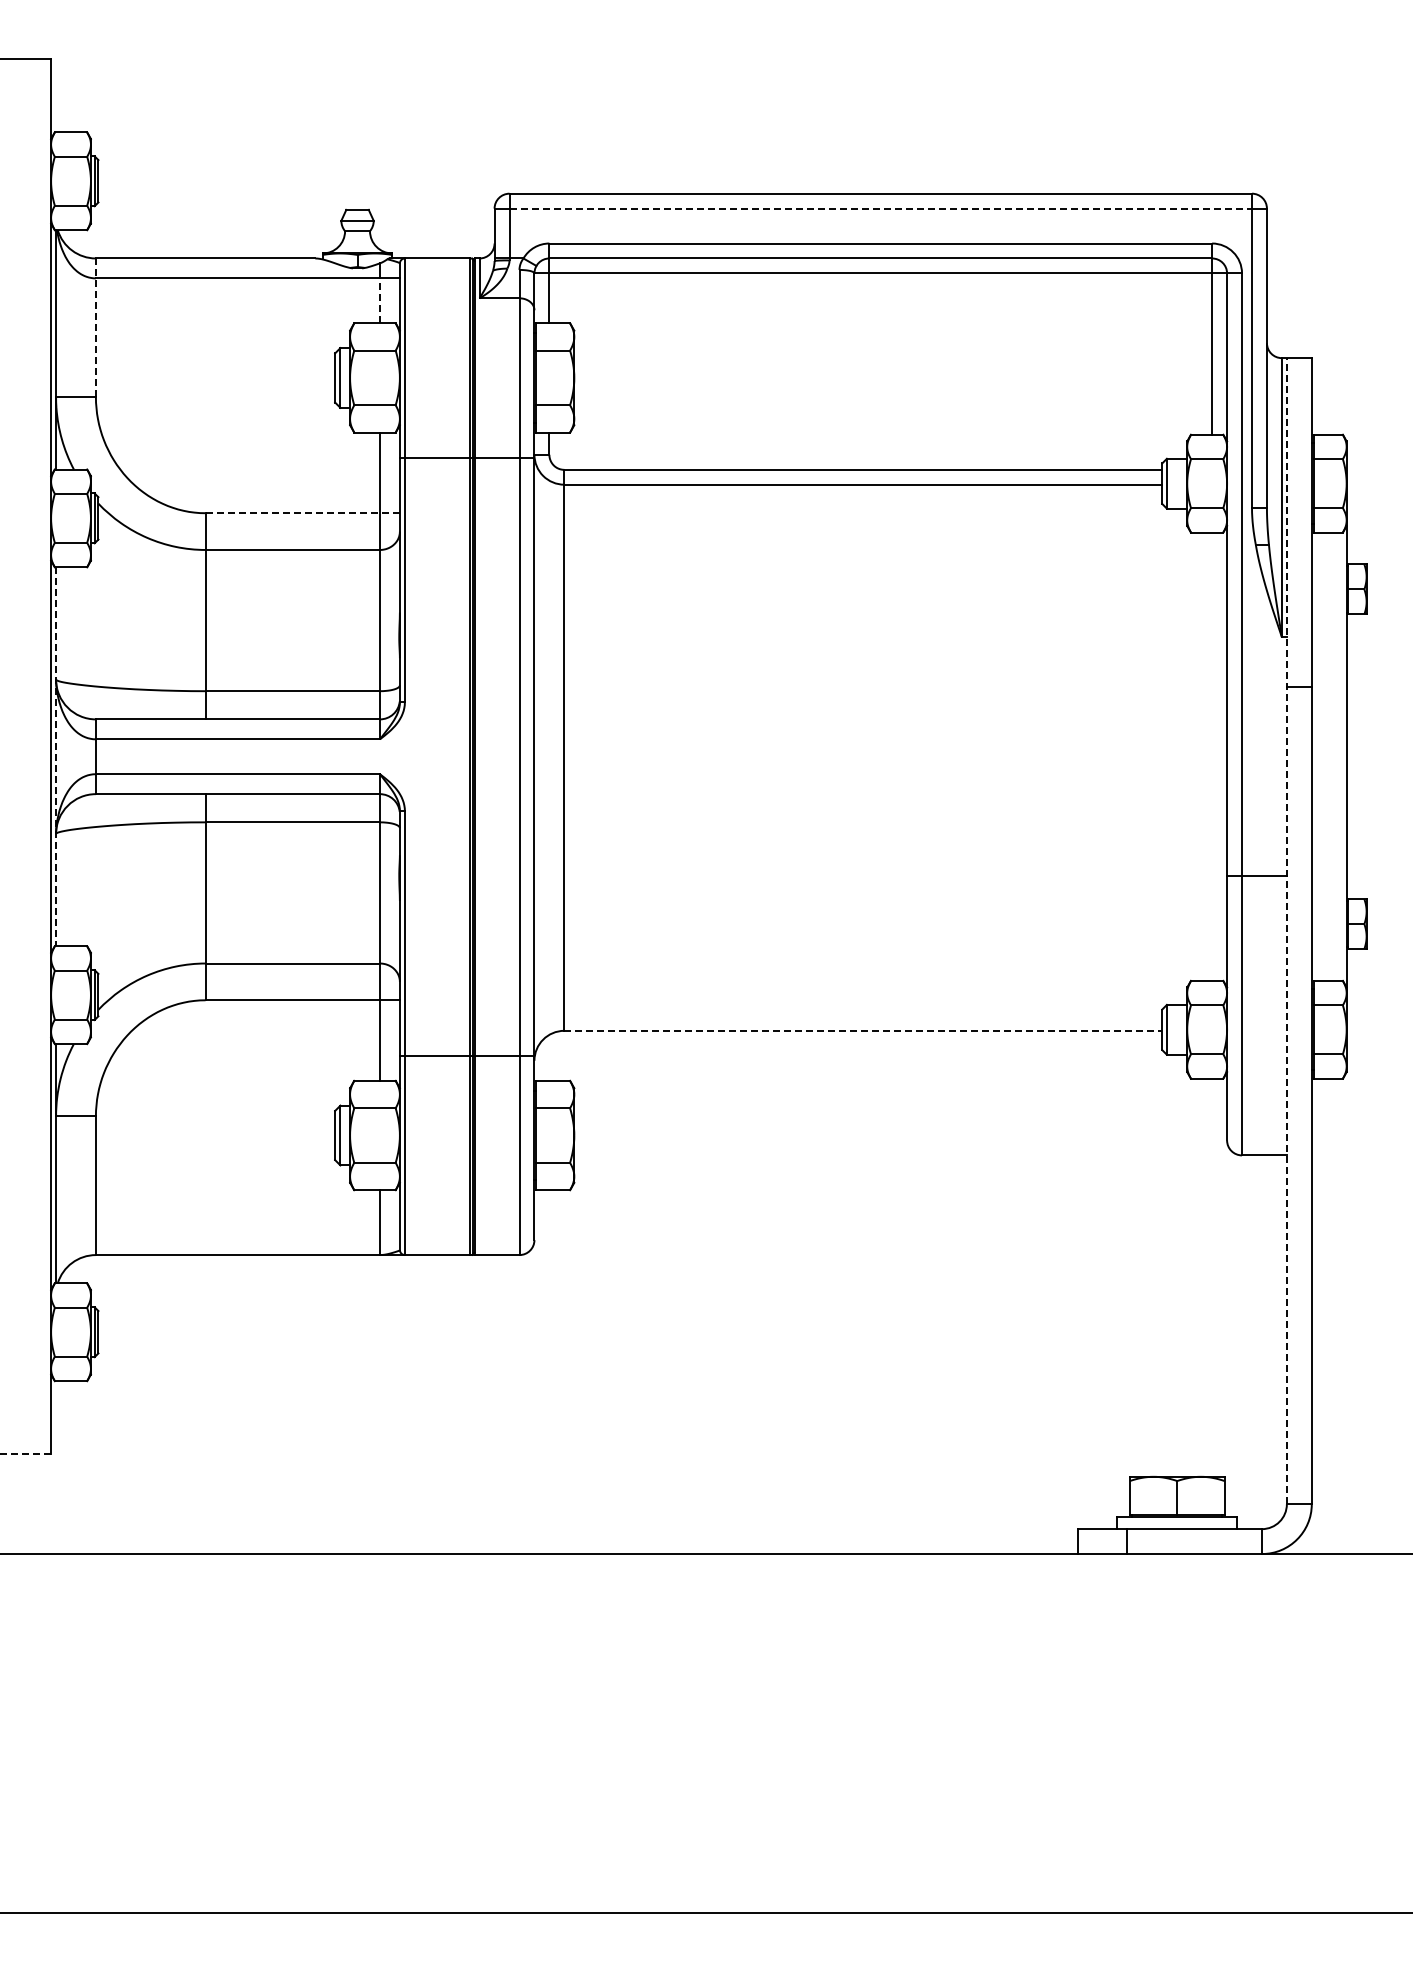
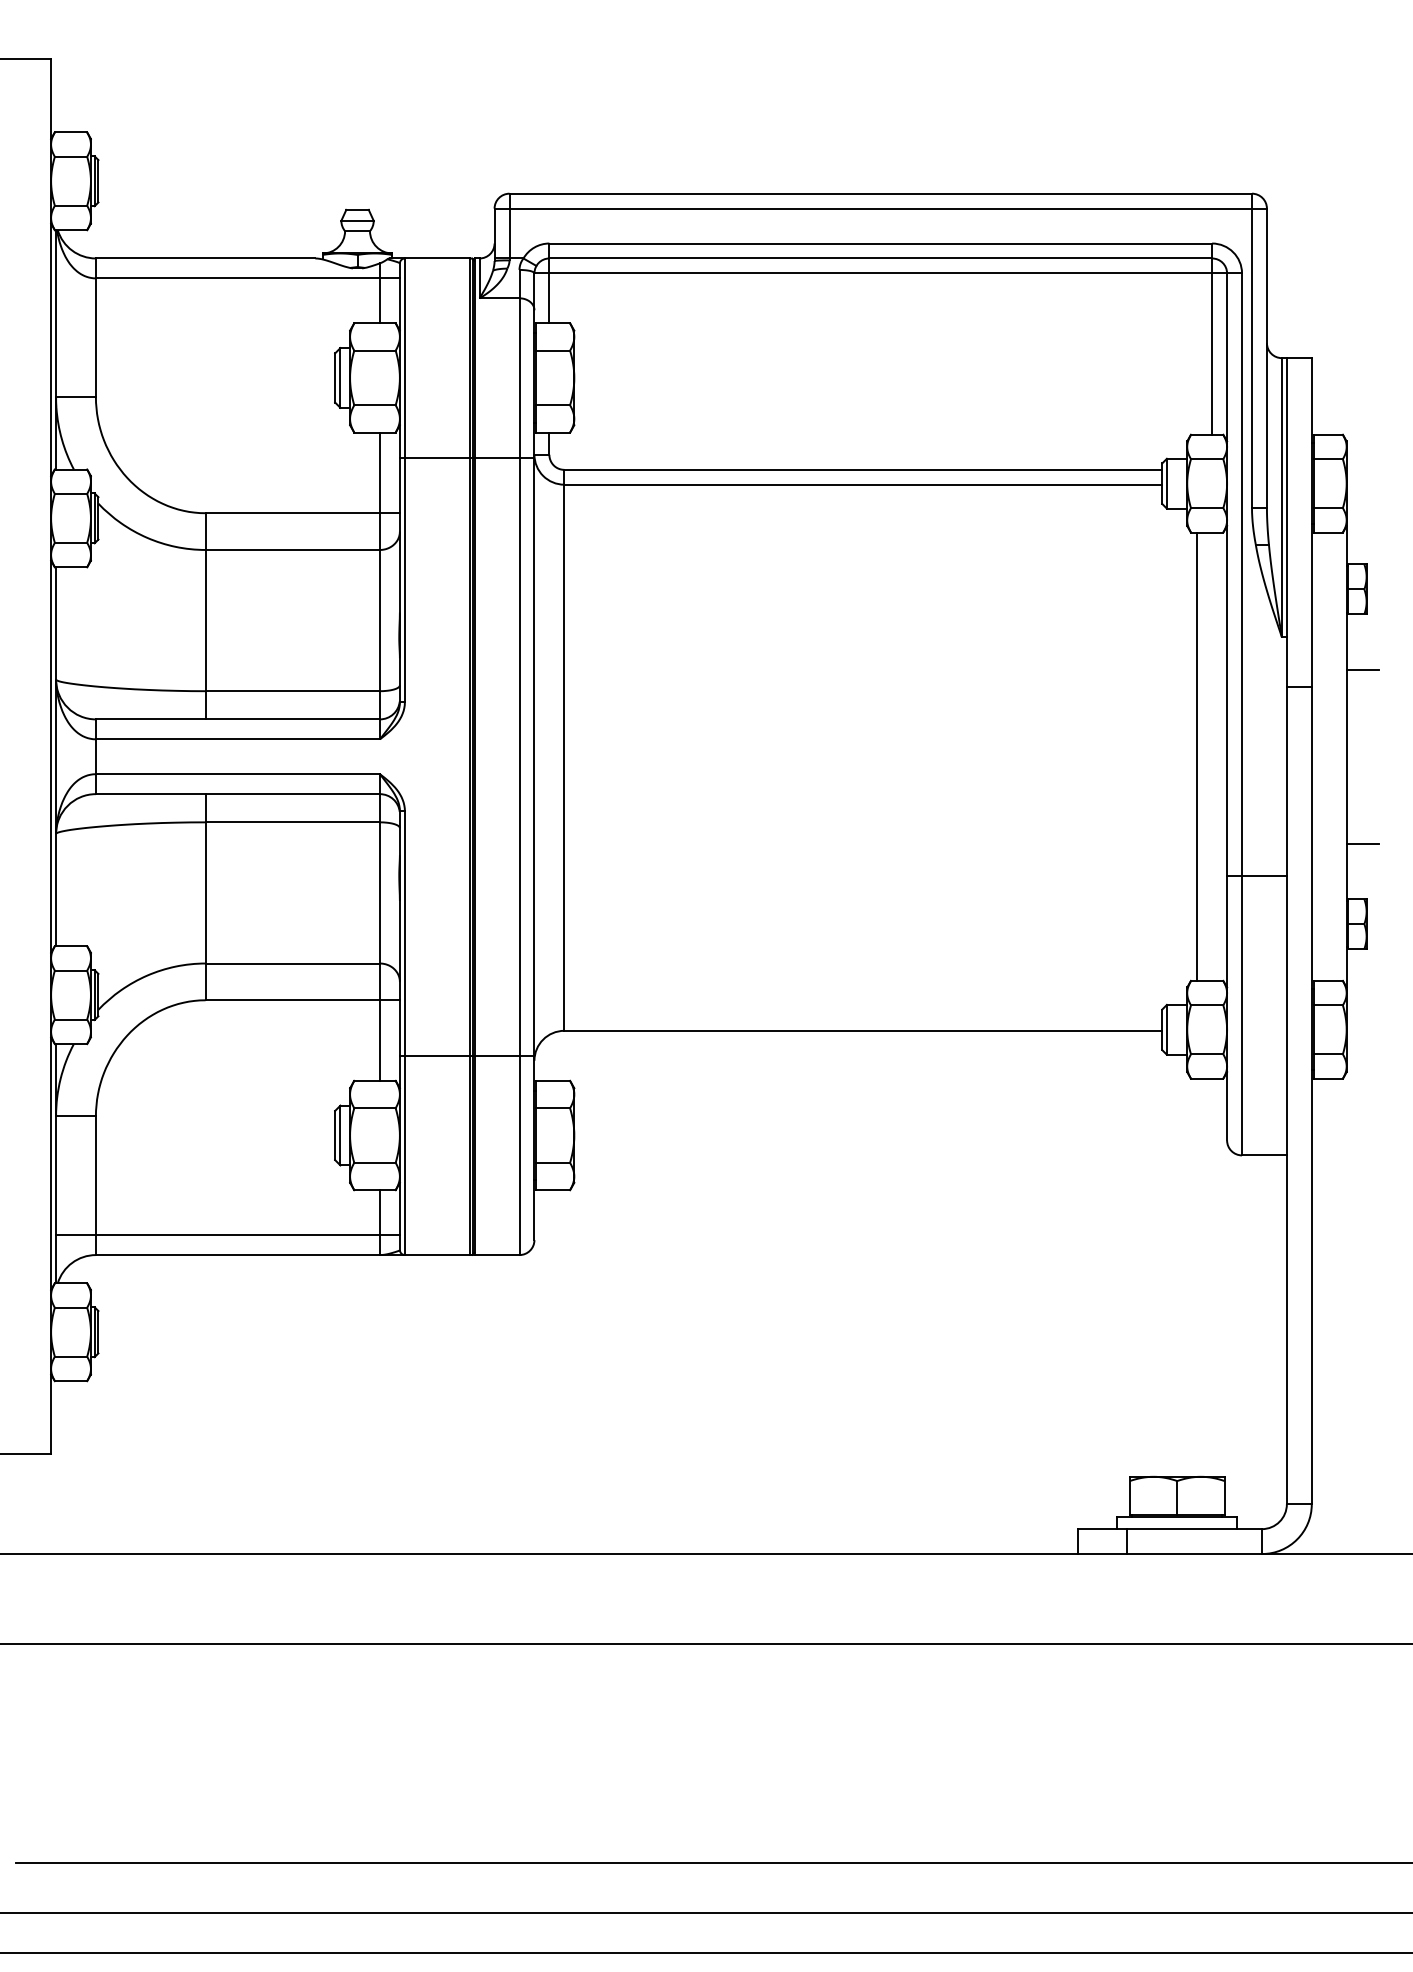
line at (881, 208): dashed -> solid
line at (379, 300): dashed -> solid
line at (95, 327): dashed -> solid
line at (302, 513): dashed -> solid
line at (1362, 669): none -> present
line at (1197, 756): none -> present
line at (56, 757): dashed -> solid
line at (1362, 843): none -> present
line at (1286, 930): dashed -> solid
line at (863, 1030): dashed -> solid
line at (227, 1235): none -> present
line at (25, 1454): dashed -> solid
line at (705, 1643): none -> present
line at (712, 1863): none -> present
line at (705, 1952): none -> present
